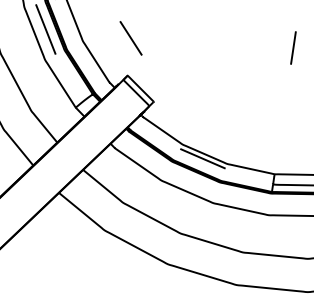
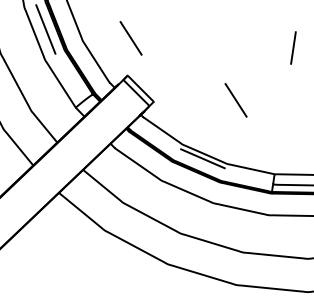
line at (235, 100): none -> present
